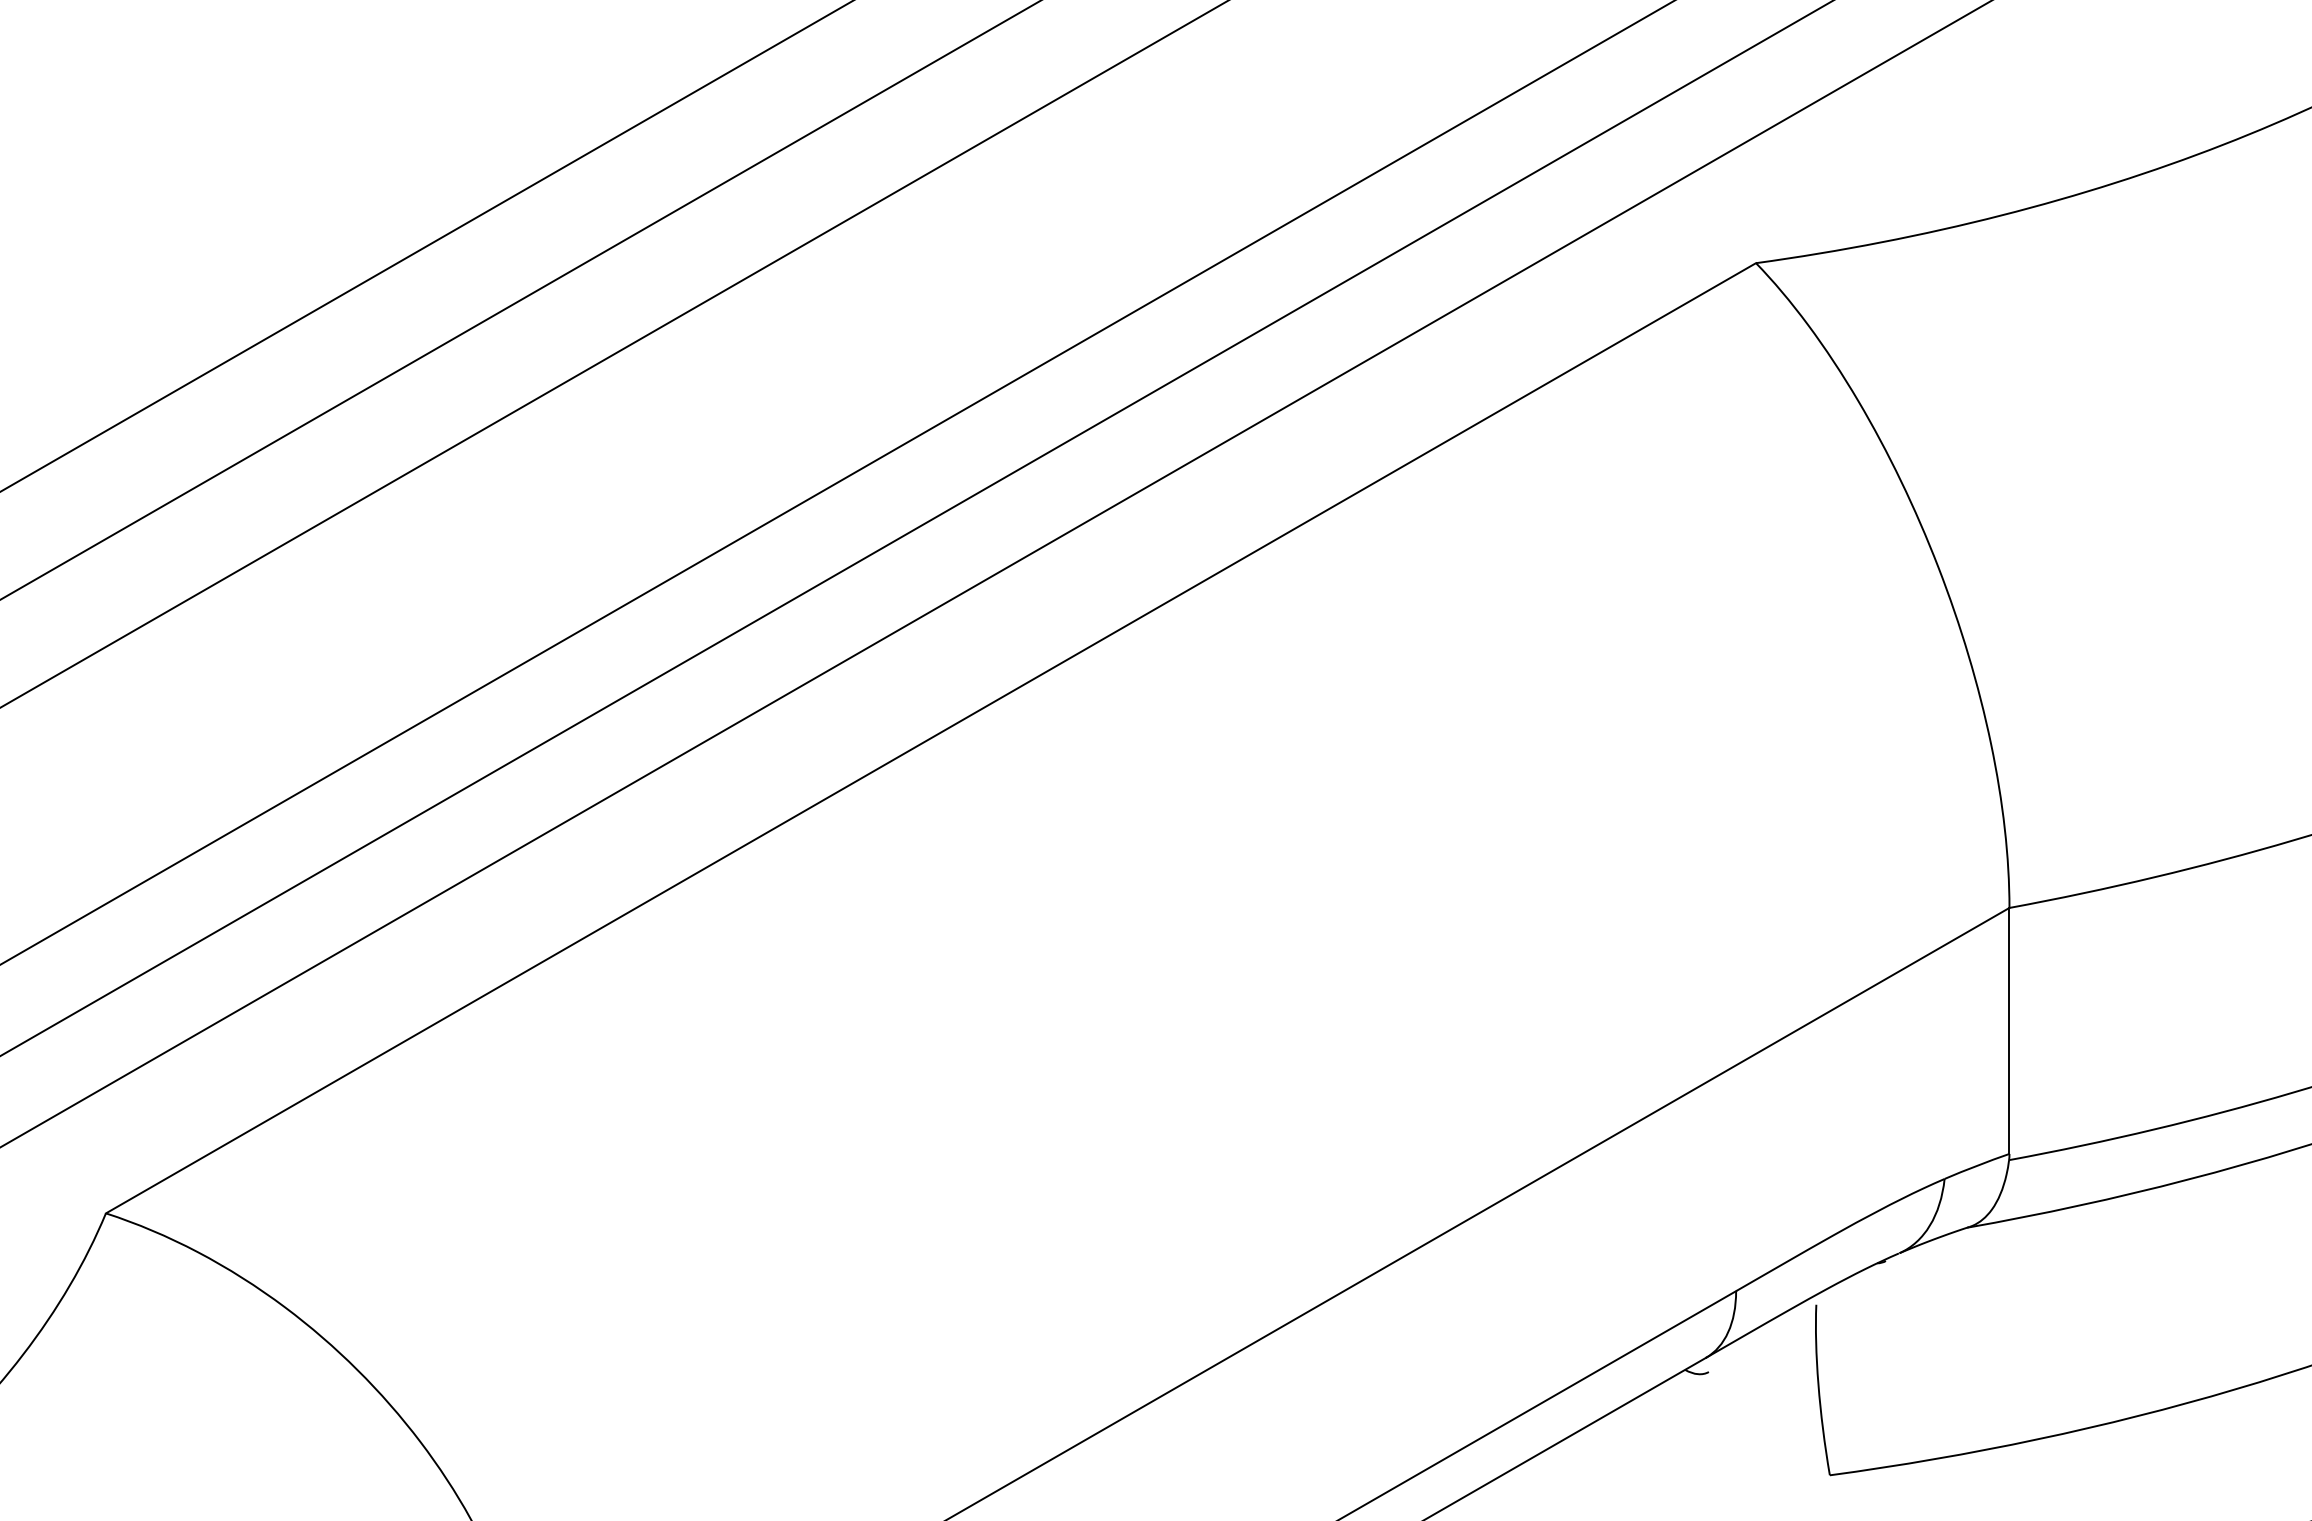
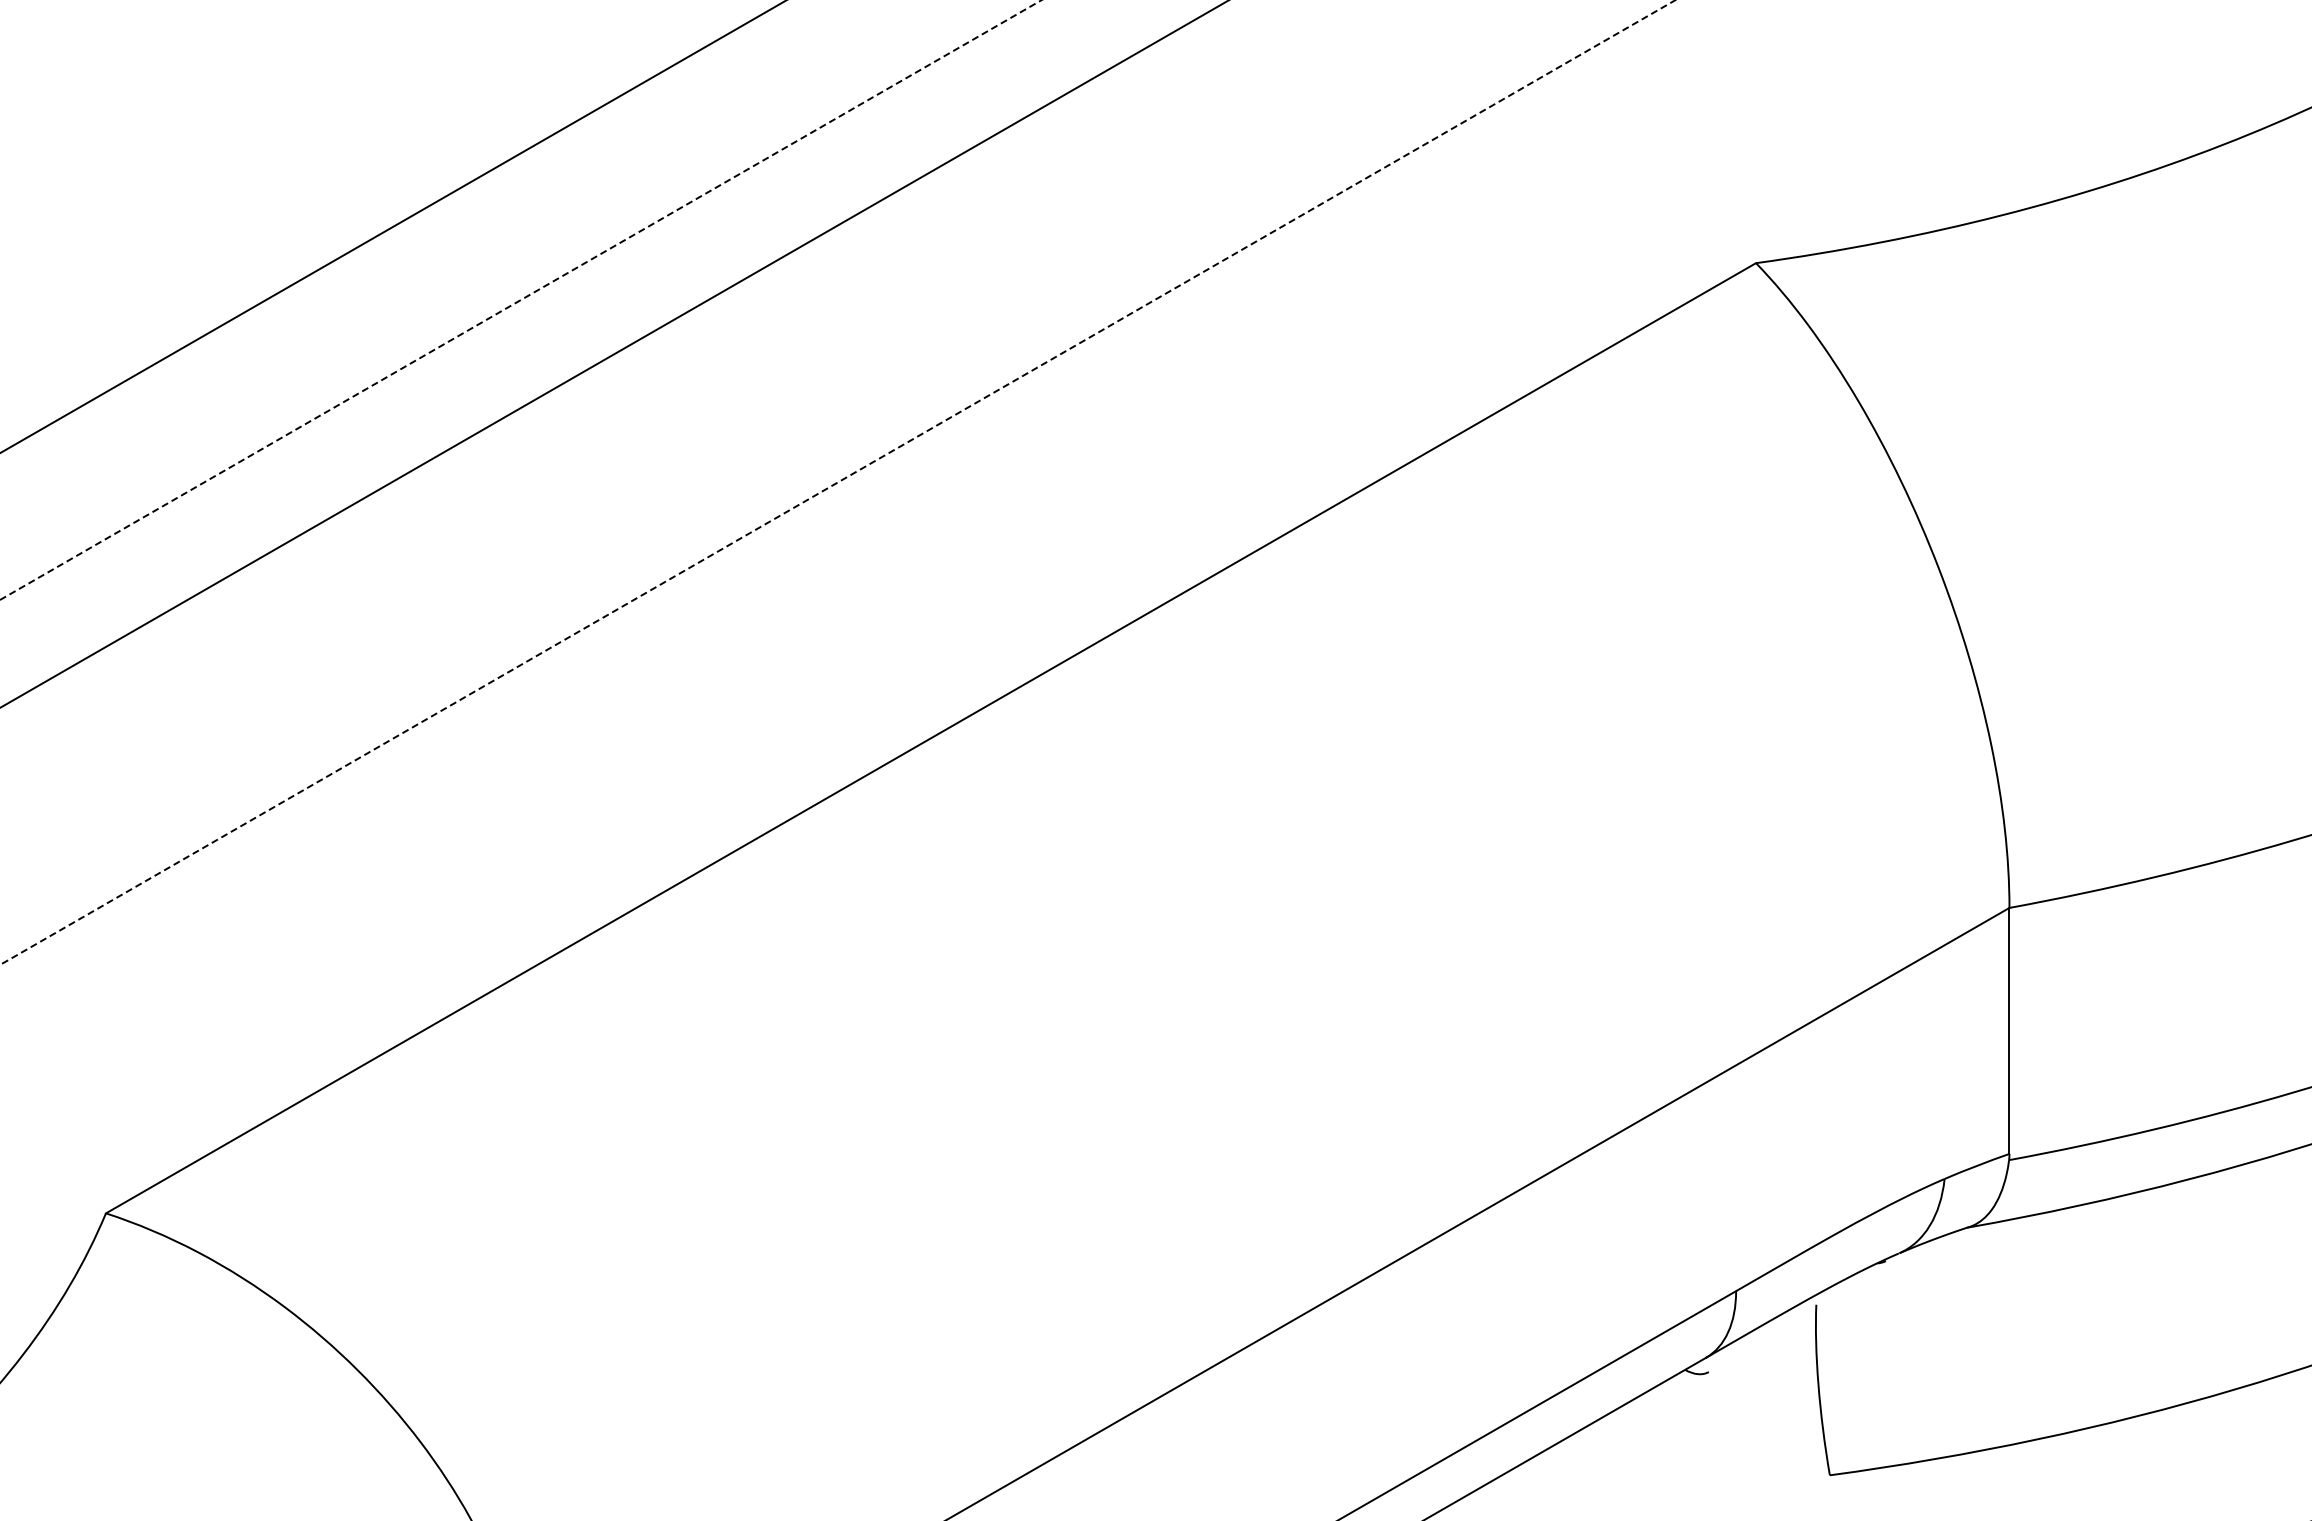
line at (426, 246) position: (426, 246) -> (392, 226)
line at (521, 299): solid -> dashed
line at (837, 482): solid -> dashed
line at (916, 528): present -> none
line at (995, 574): present -> none
